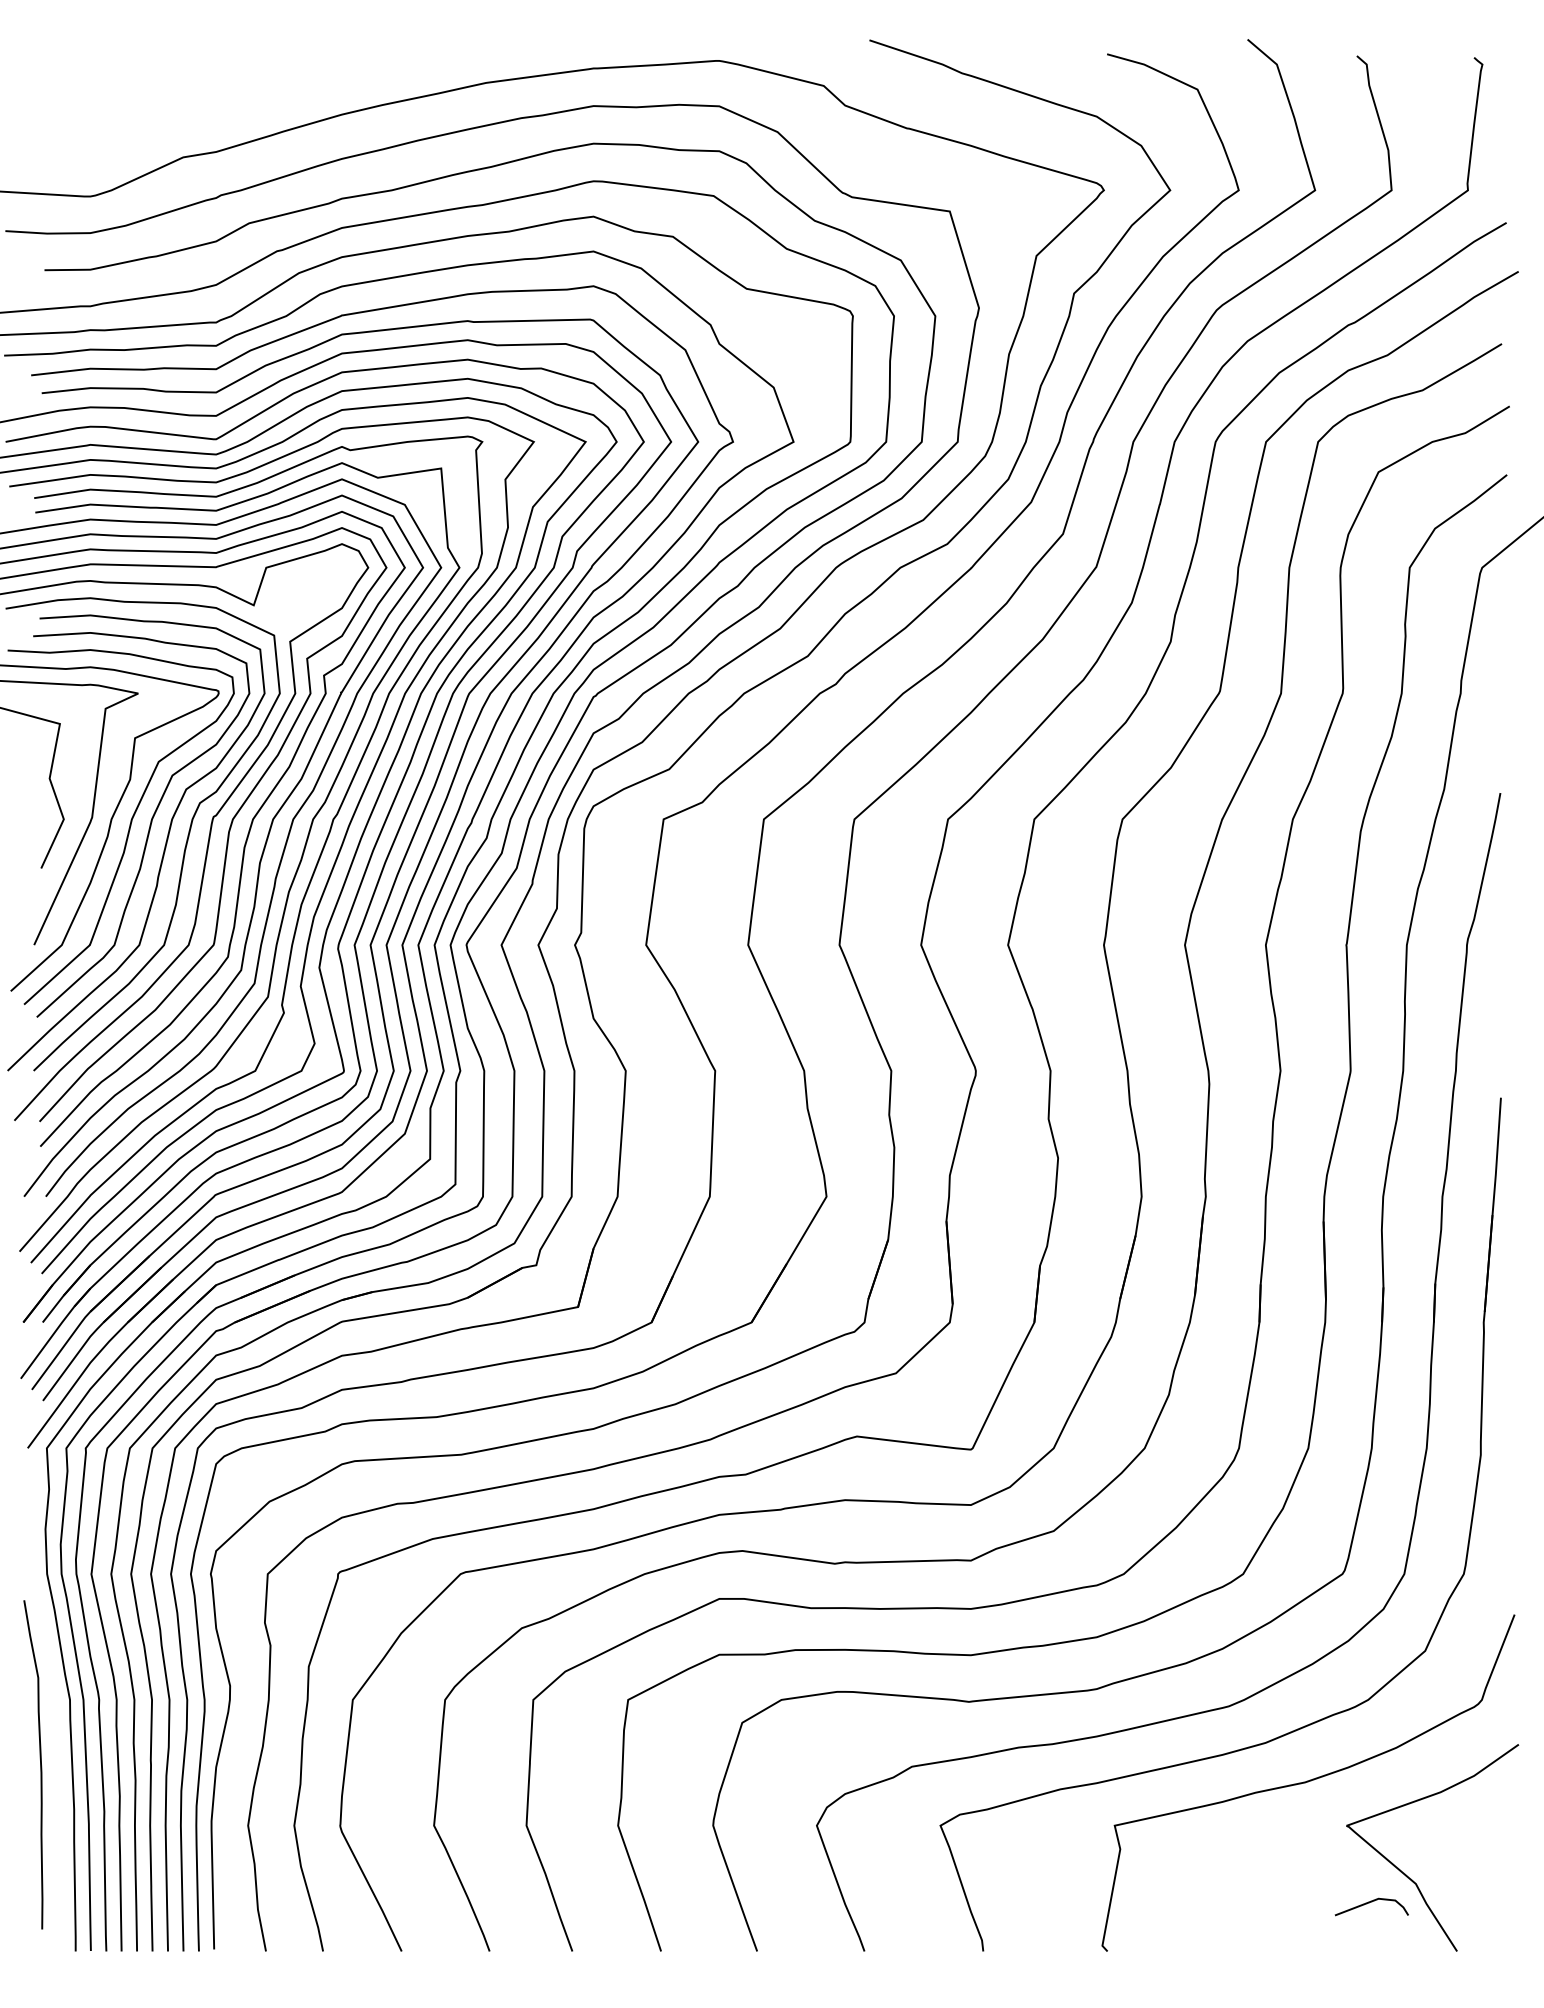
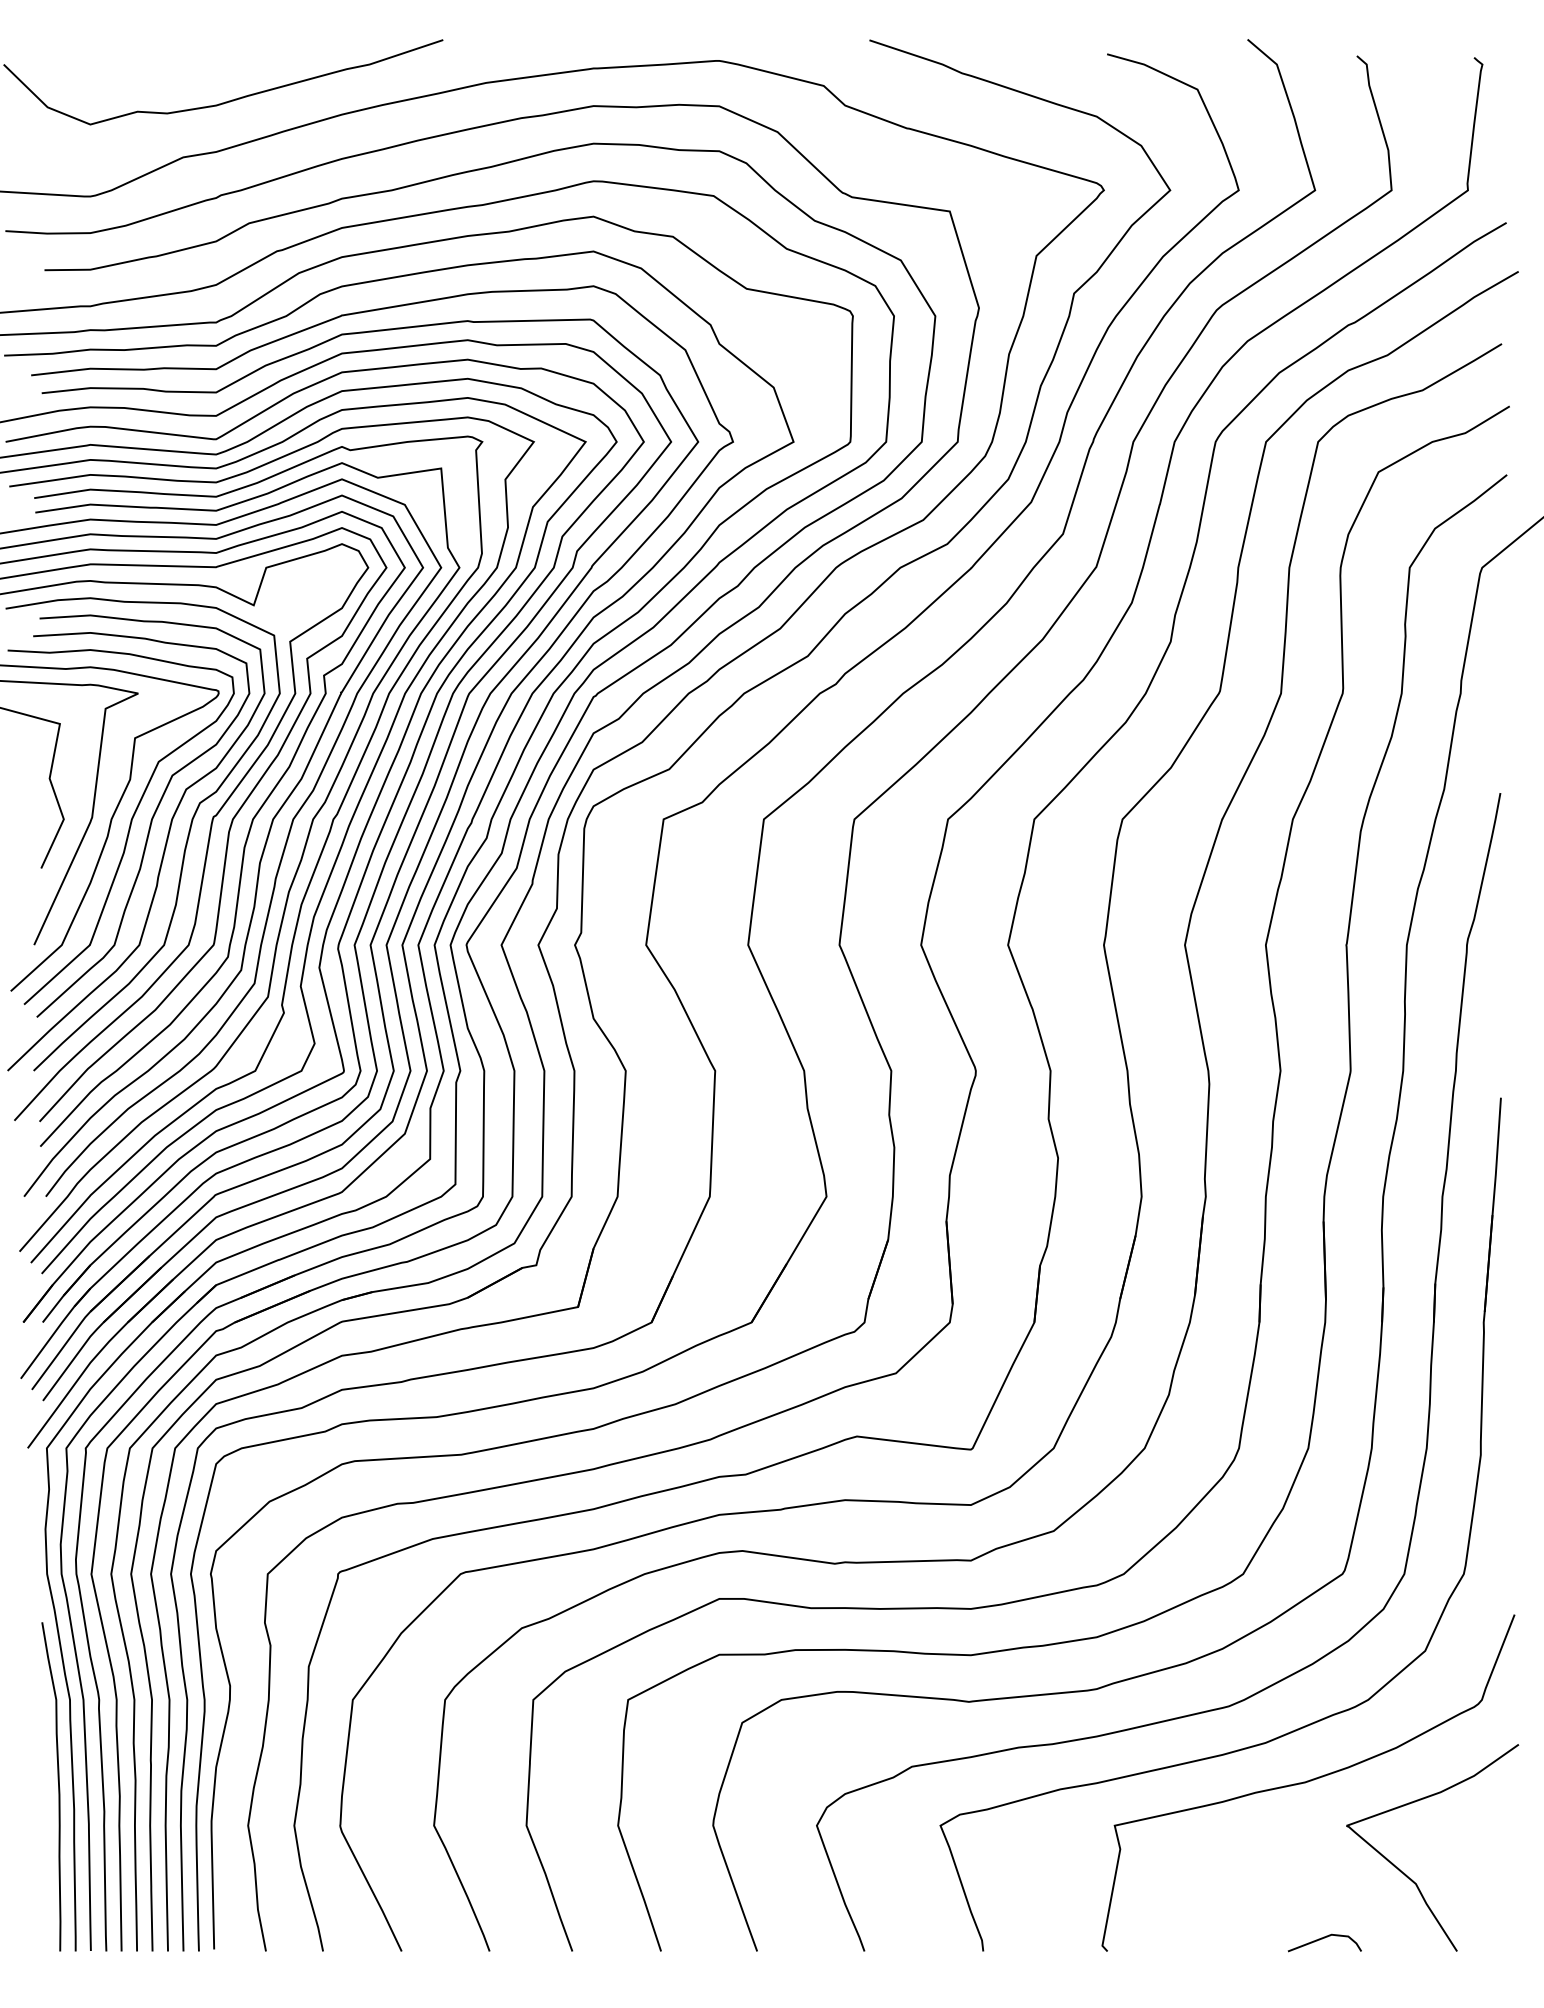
curve at (228, 100): none -> present
curve at (40, 1764) position: (40, 1764) -> (58, 1786)
line at (1369, 1903) position: (1369, 1903) -> (1322, 1939)
